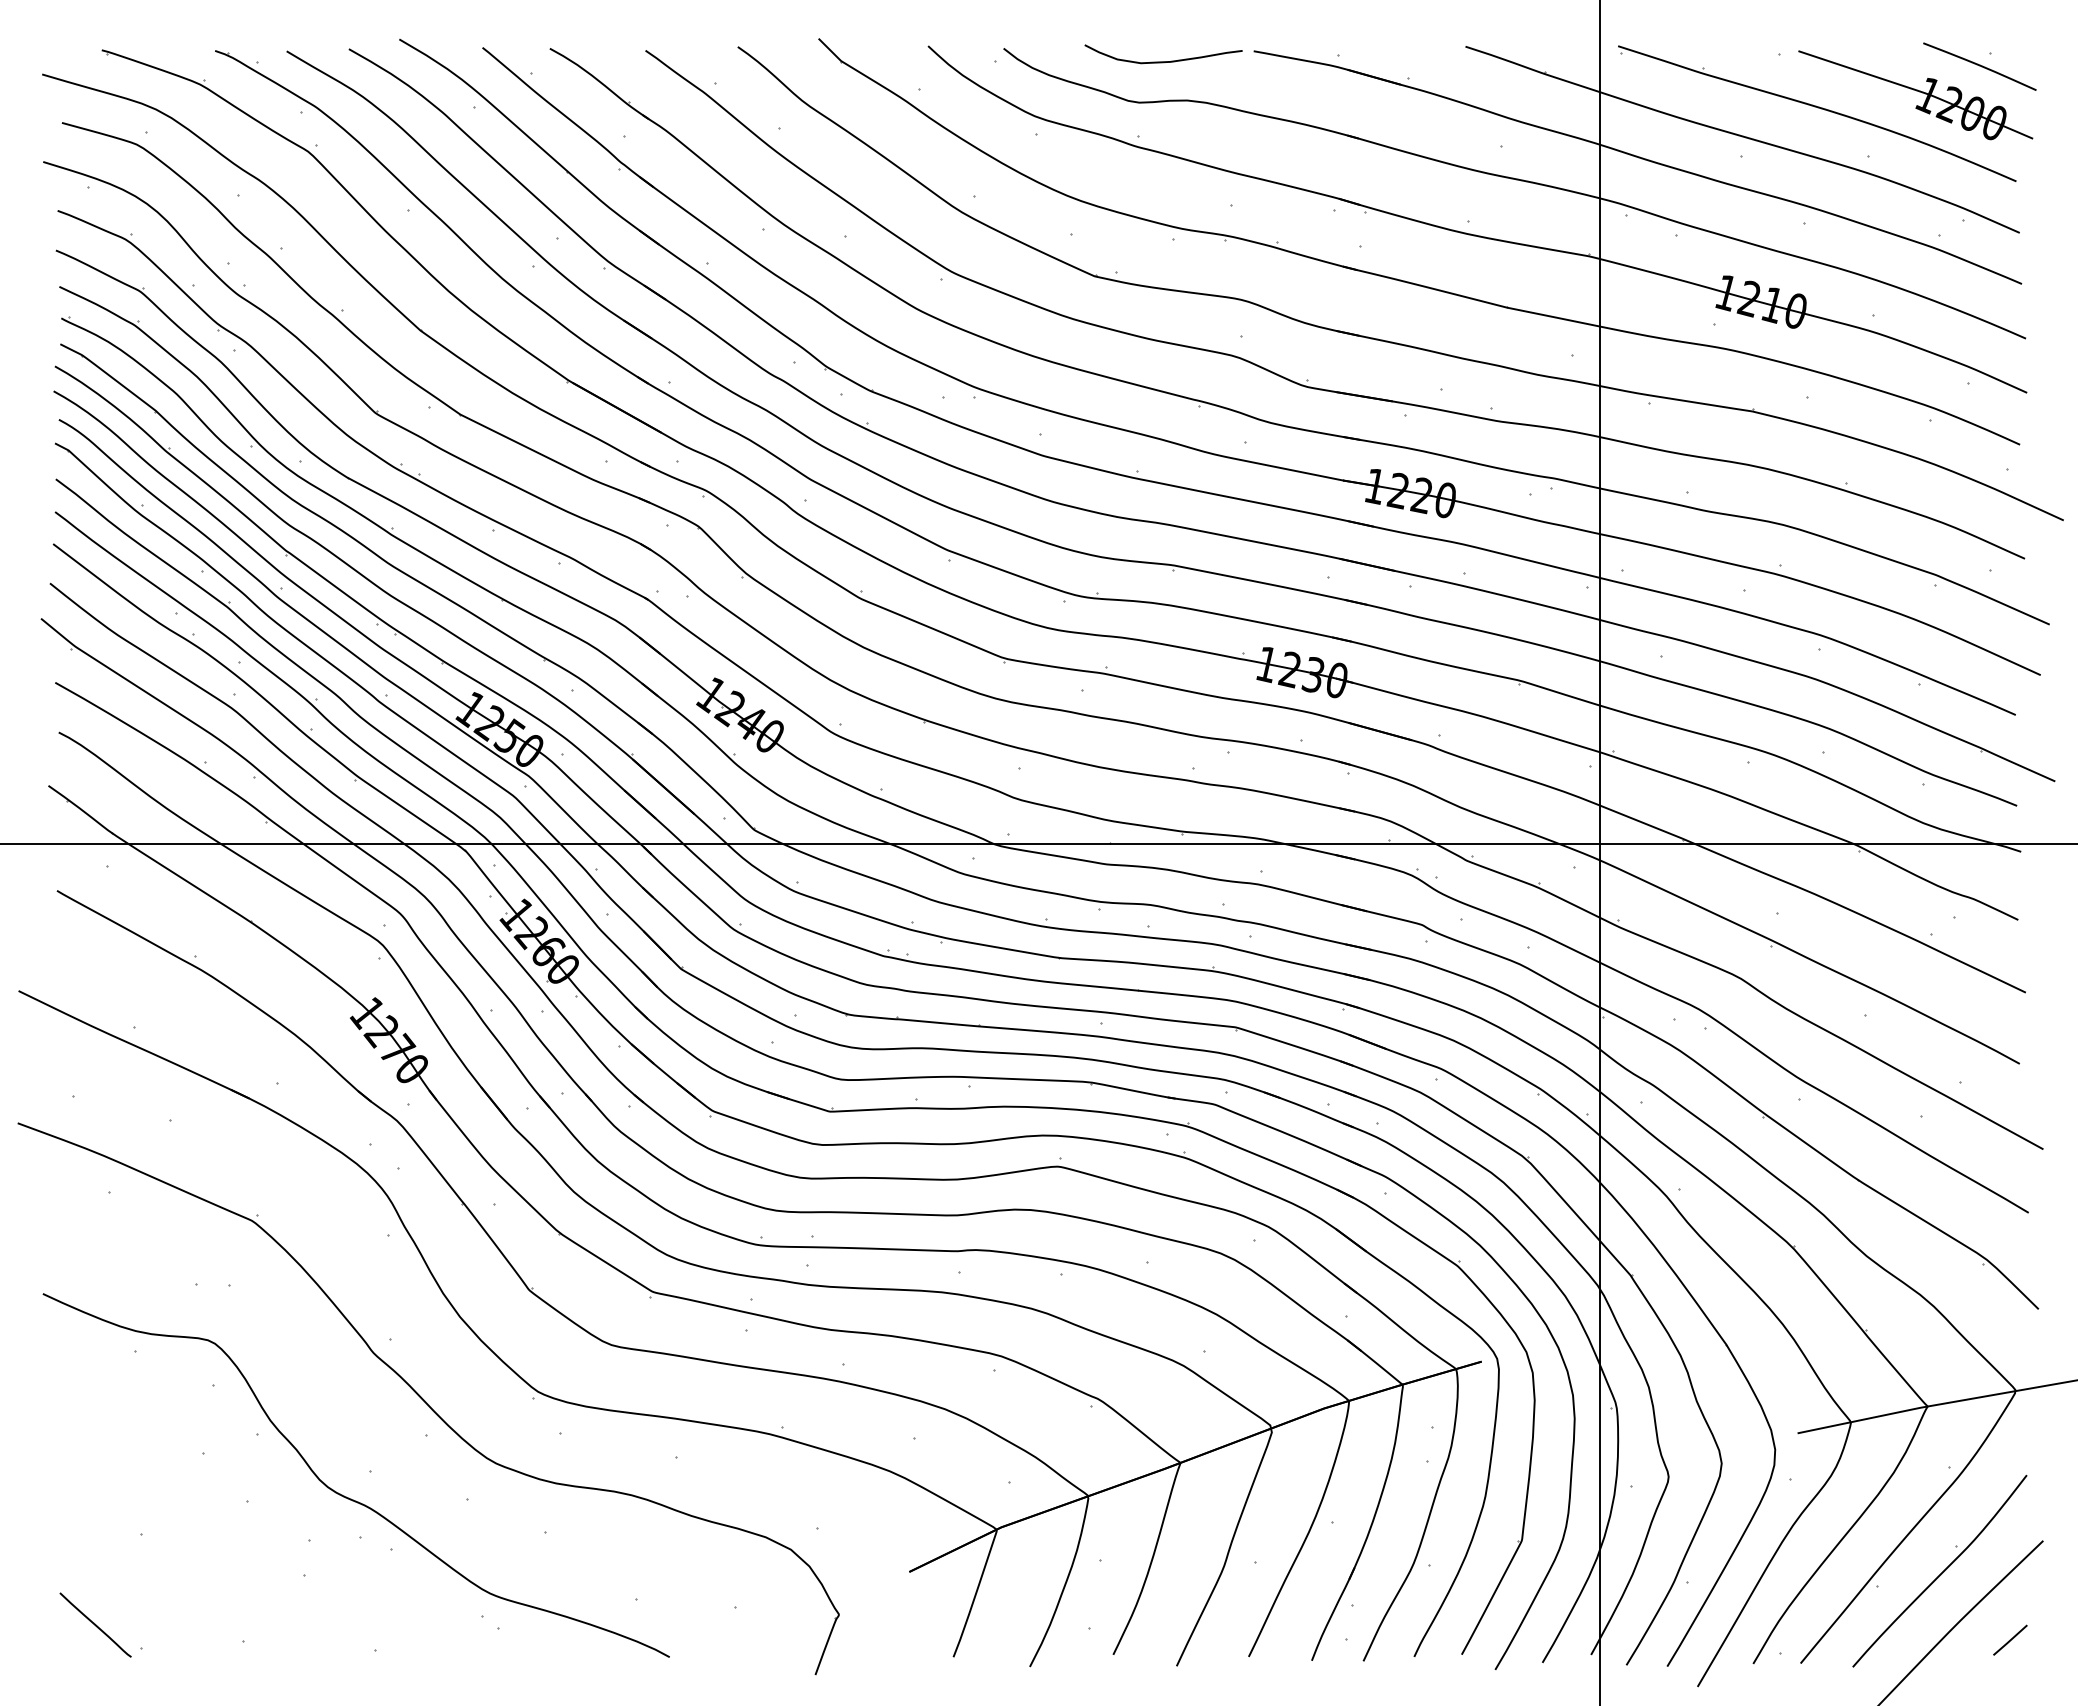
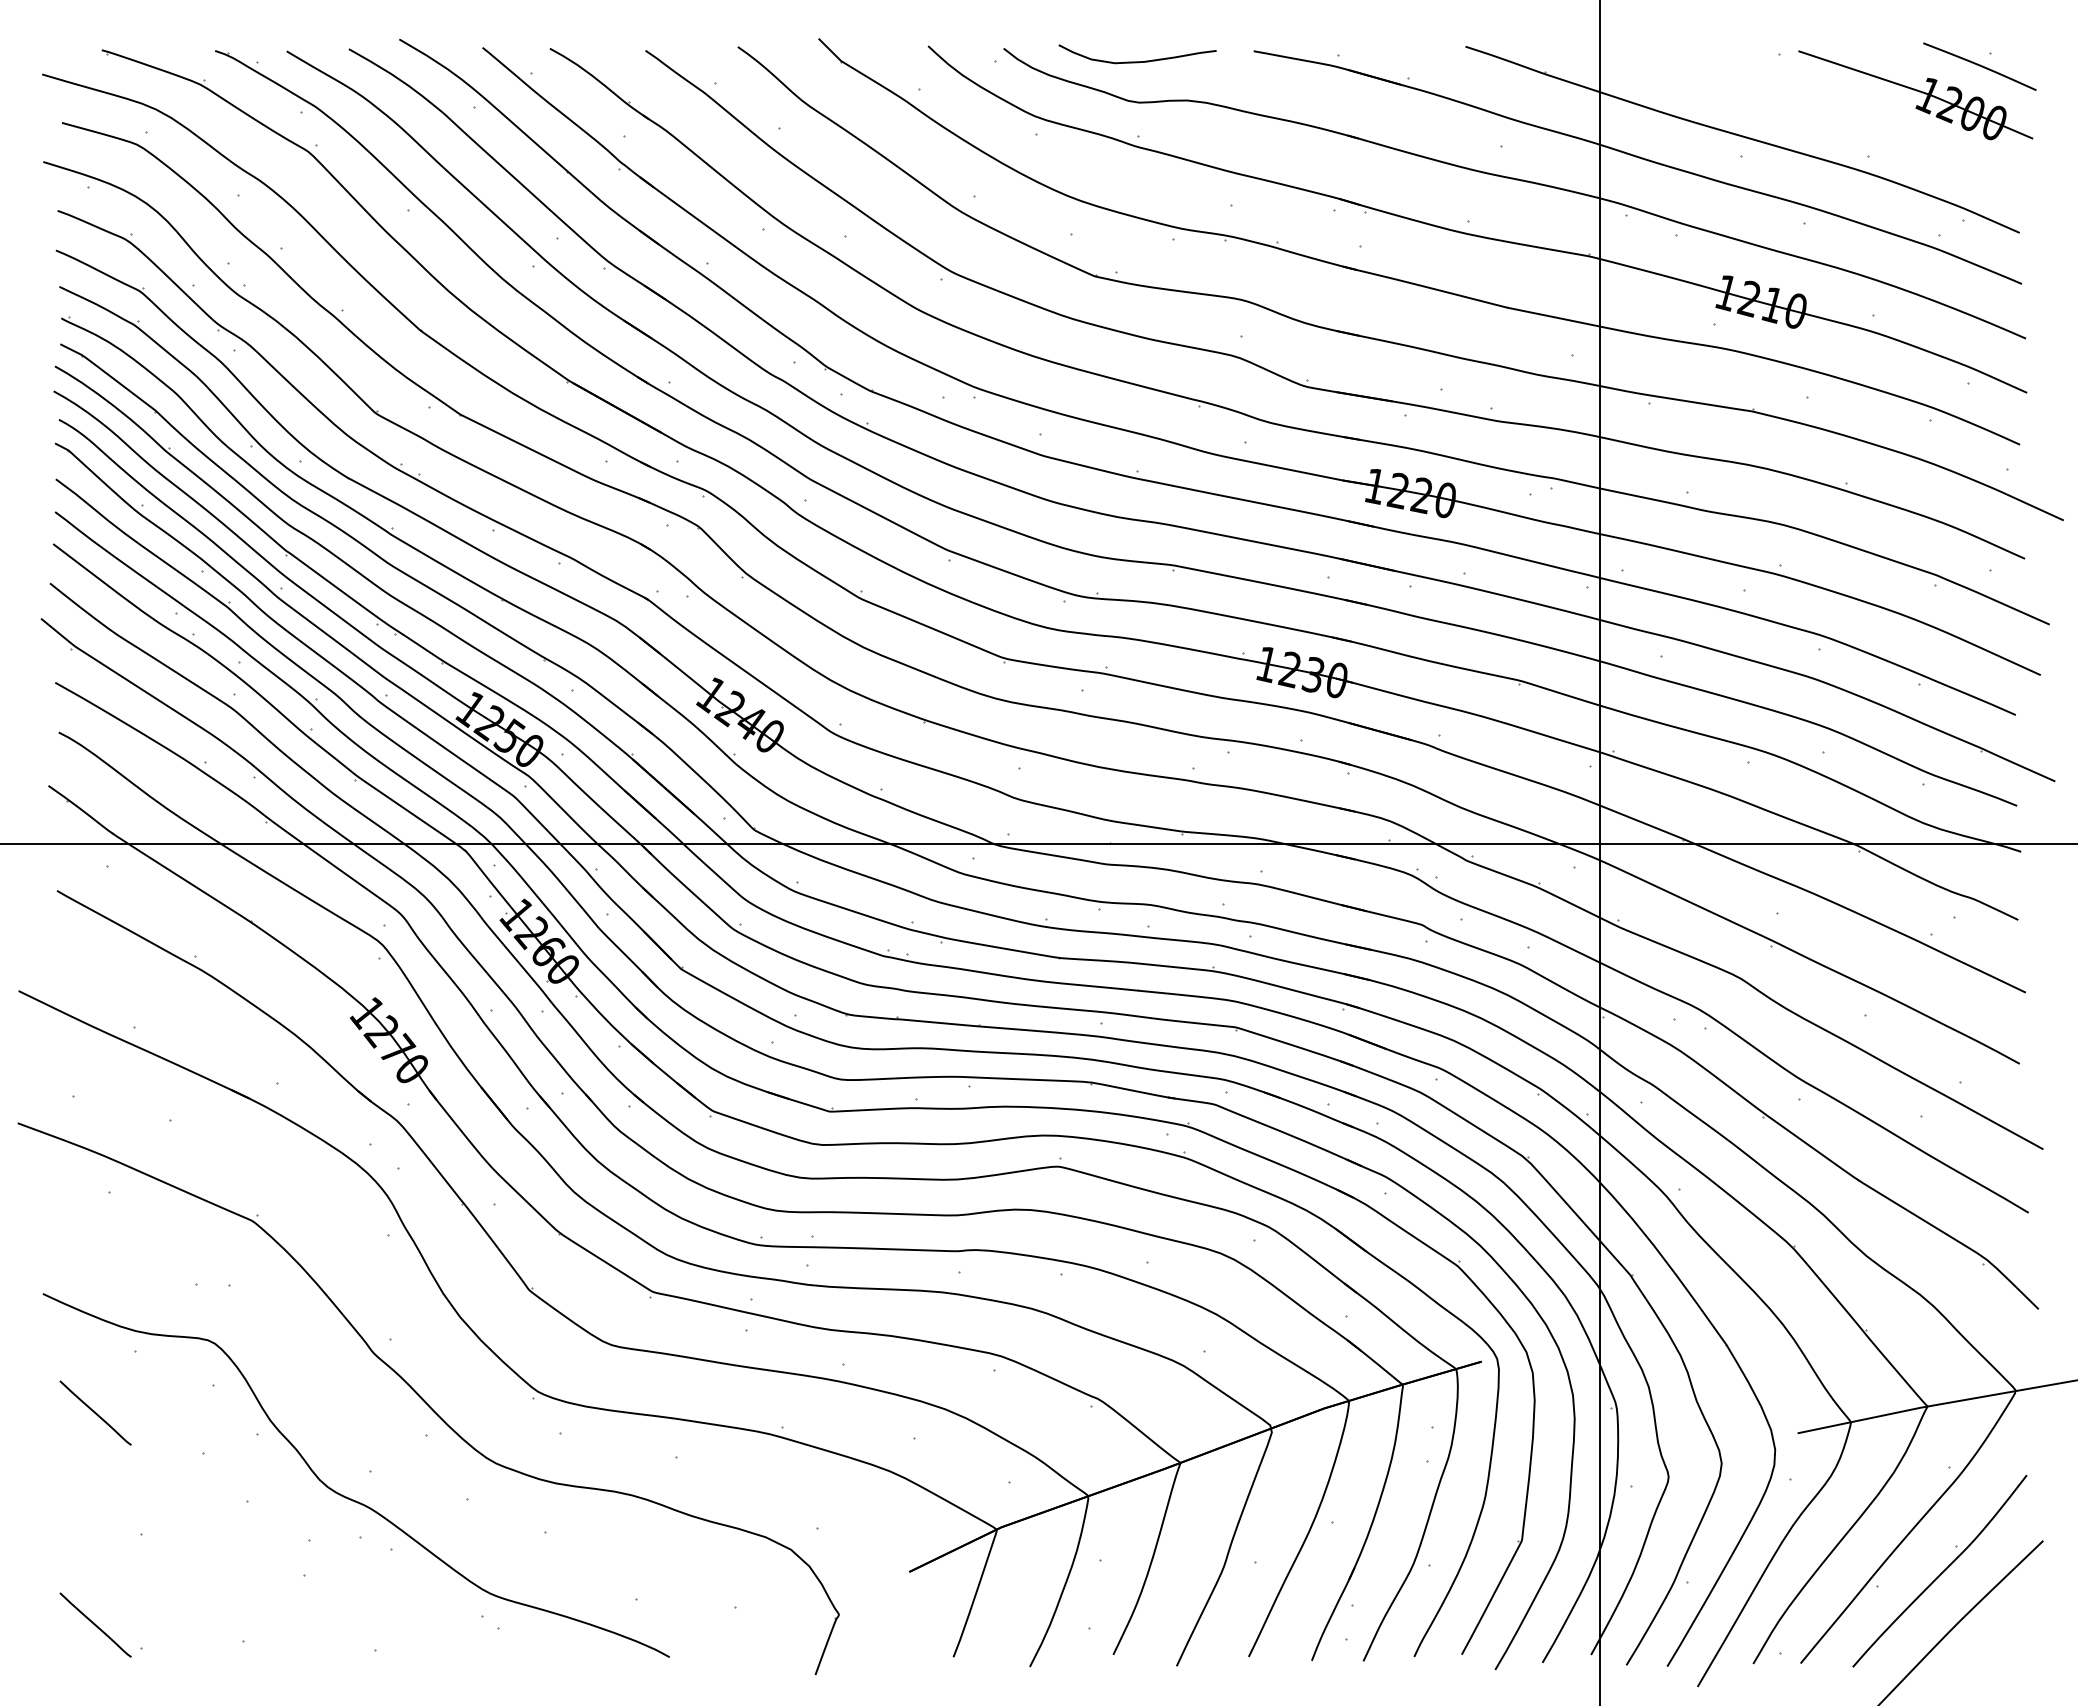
curve at (1163, 61) position: (1163, 61) -> (1137, 61)
part at (1817, 113): present -> none
line at (95, 1412): none -> present
line at (2010, 1639): present -> none
